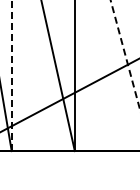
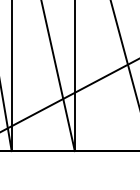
line at (125, 53): dashed -> solid
line at (11, 75): dashed -> solid
